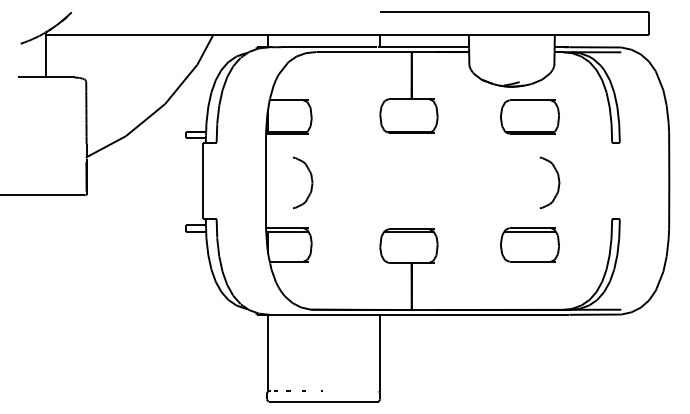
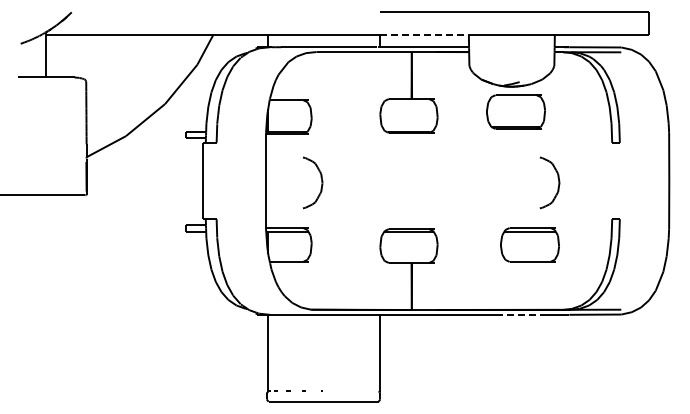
line at (424, 34): solid -> dashed
part at (529, 116) position: (529, 116) -> (515, 111)
part at (311, 182) position: (311, 182) -> (321, 182)
line at (524, 314): solid -> dashed
